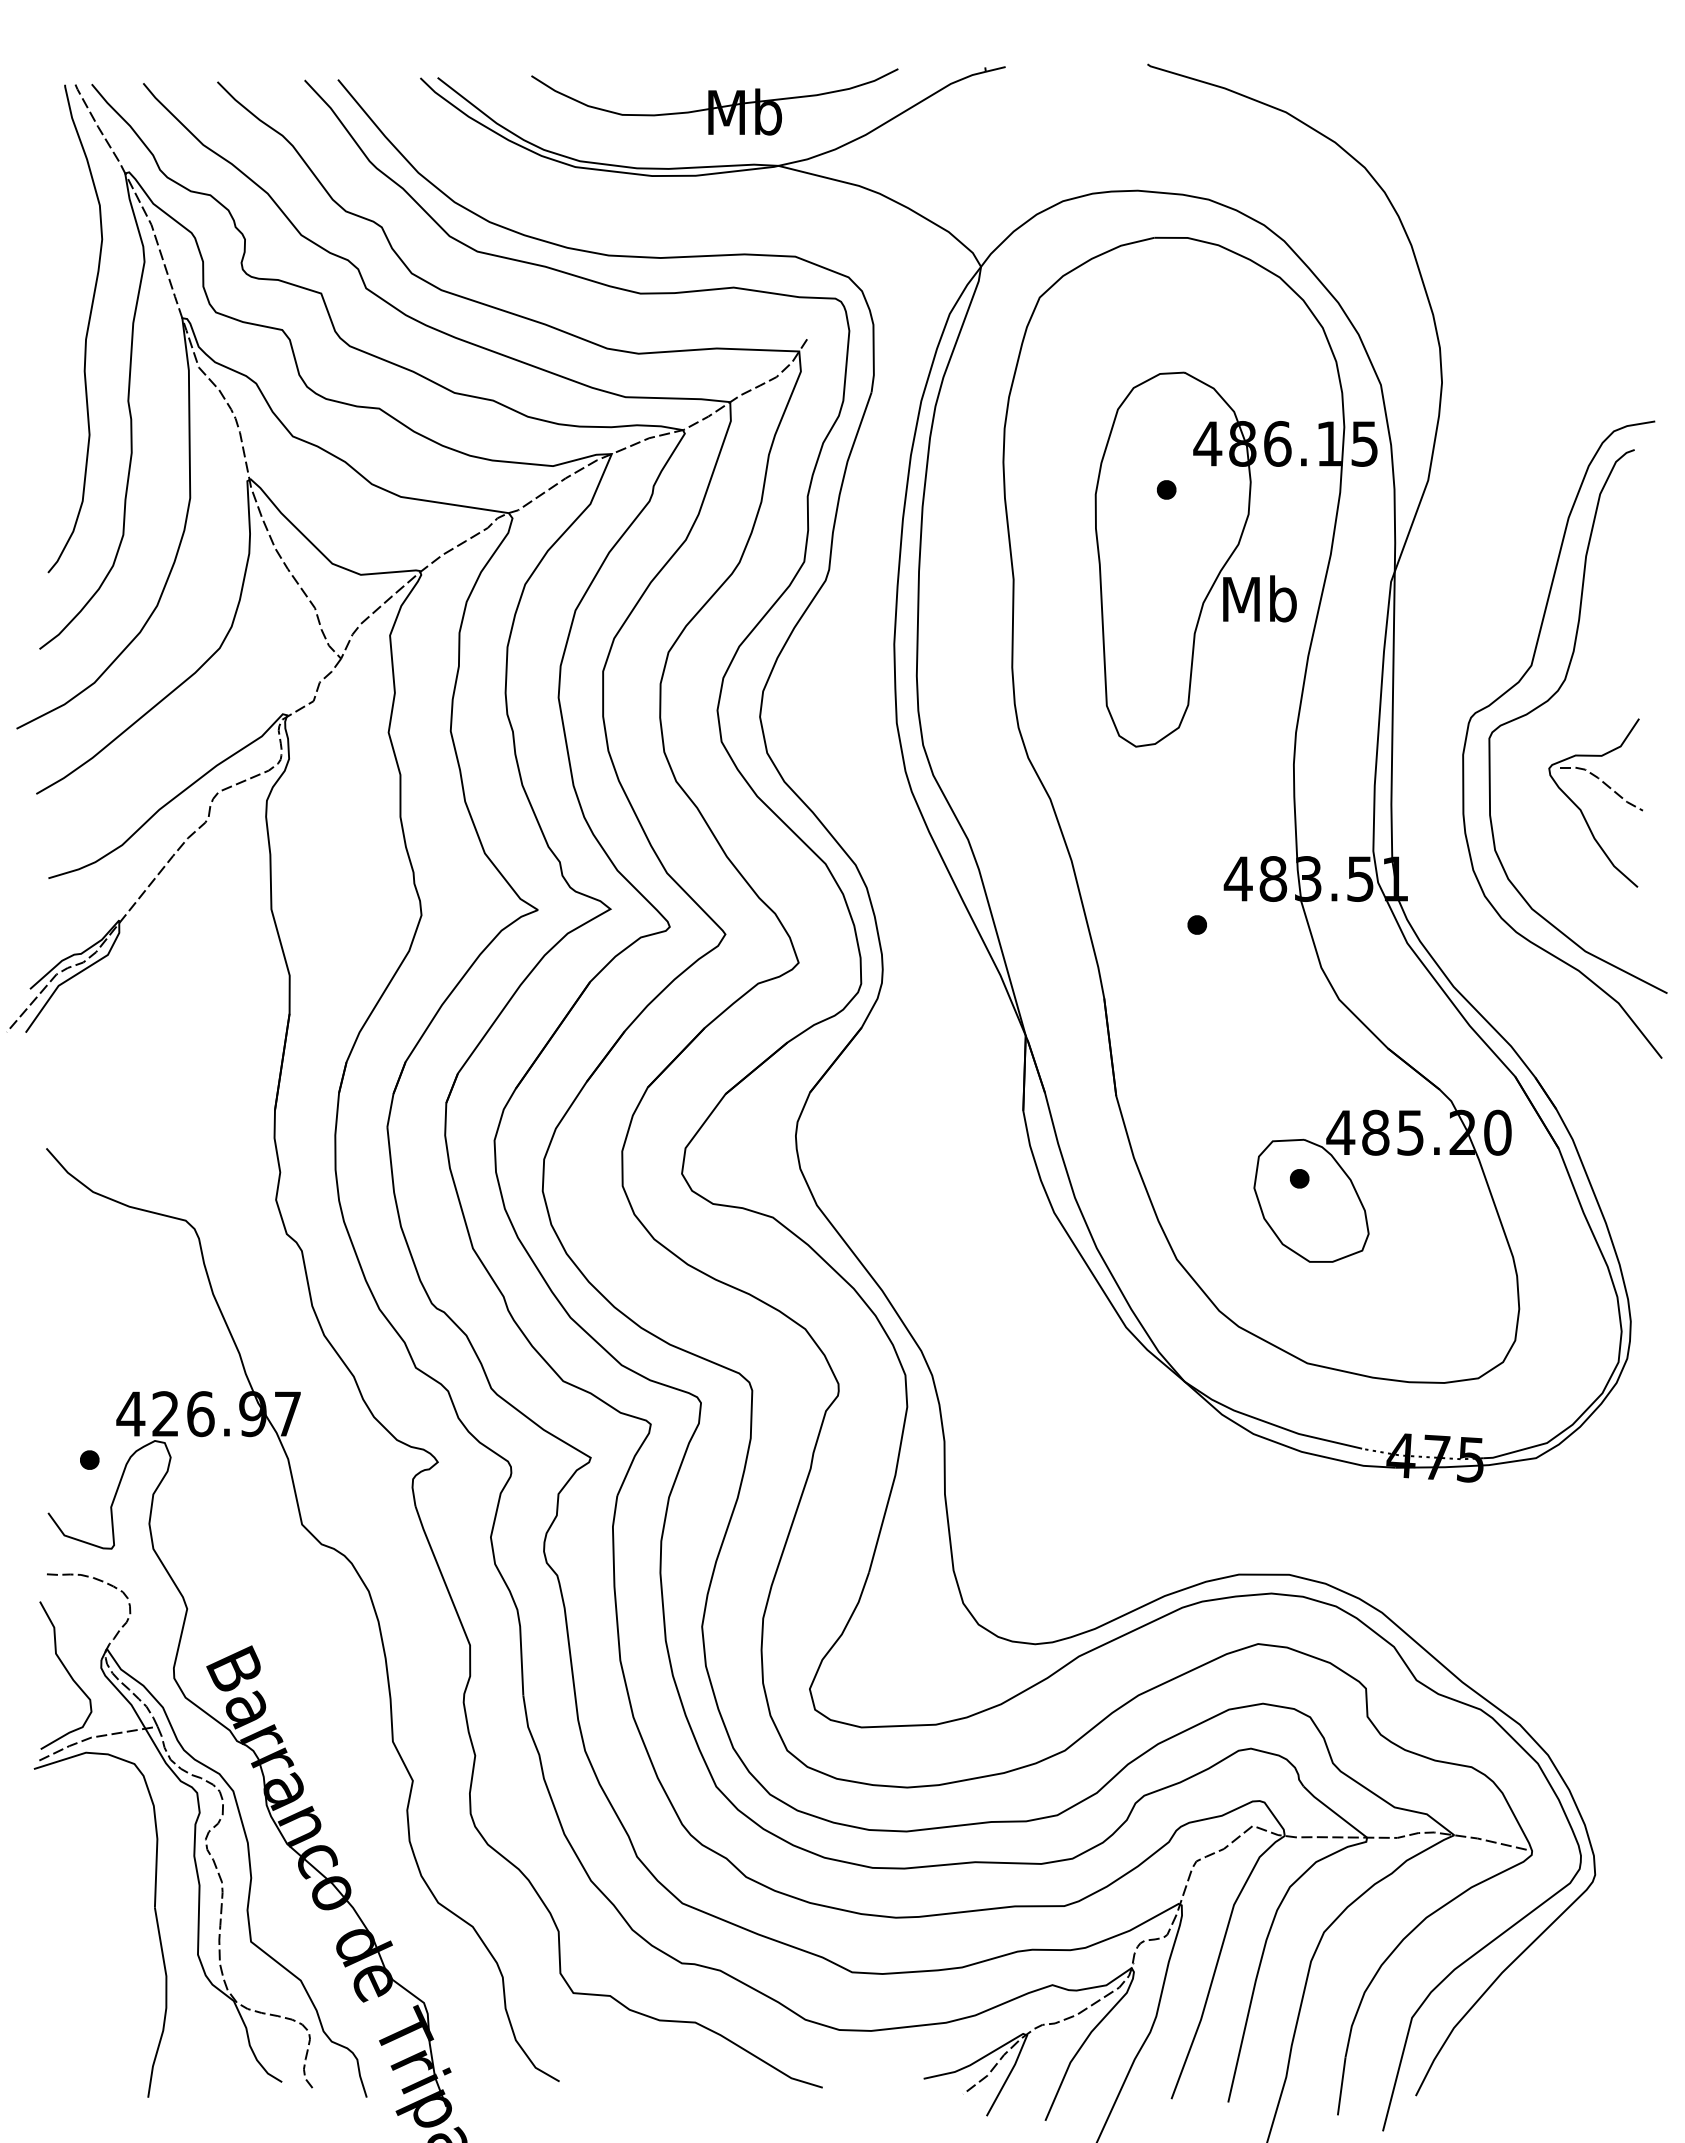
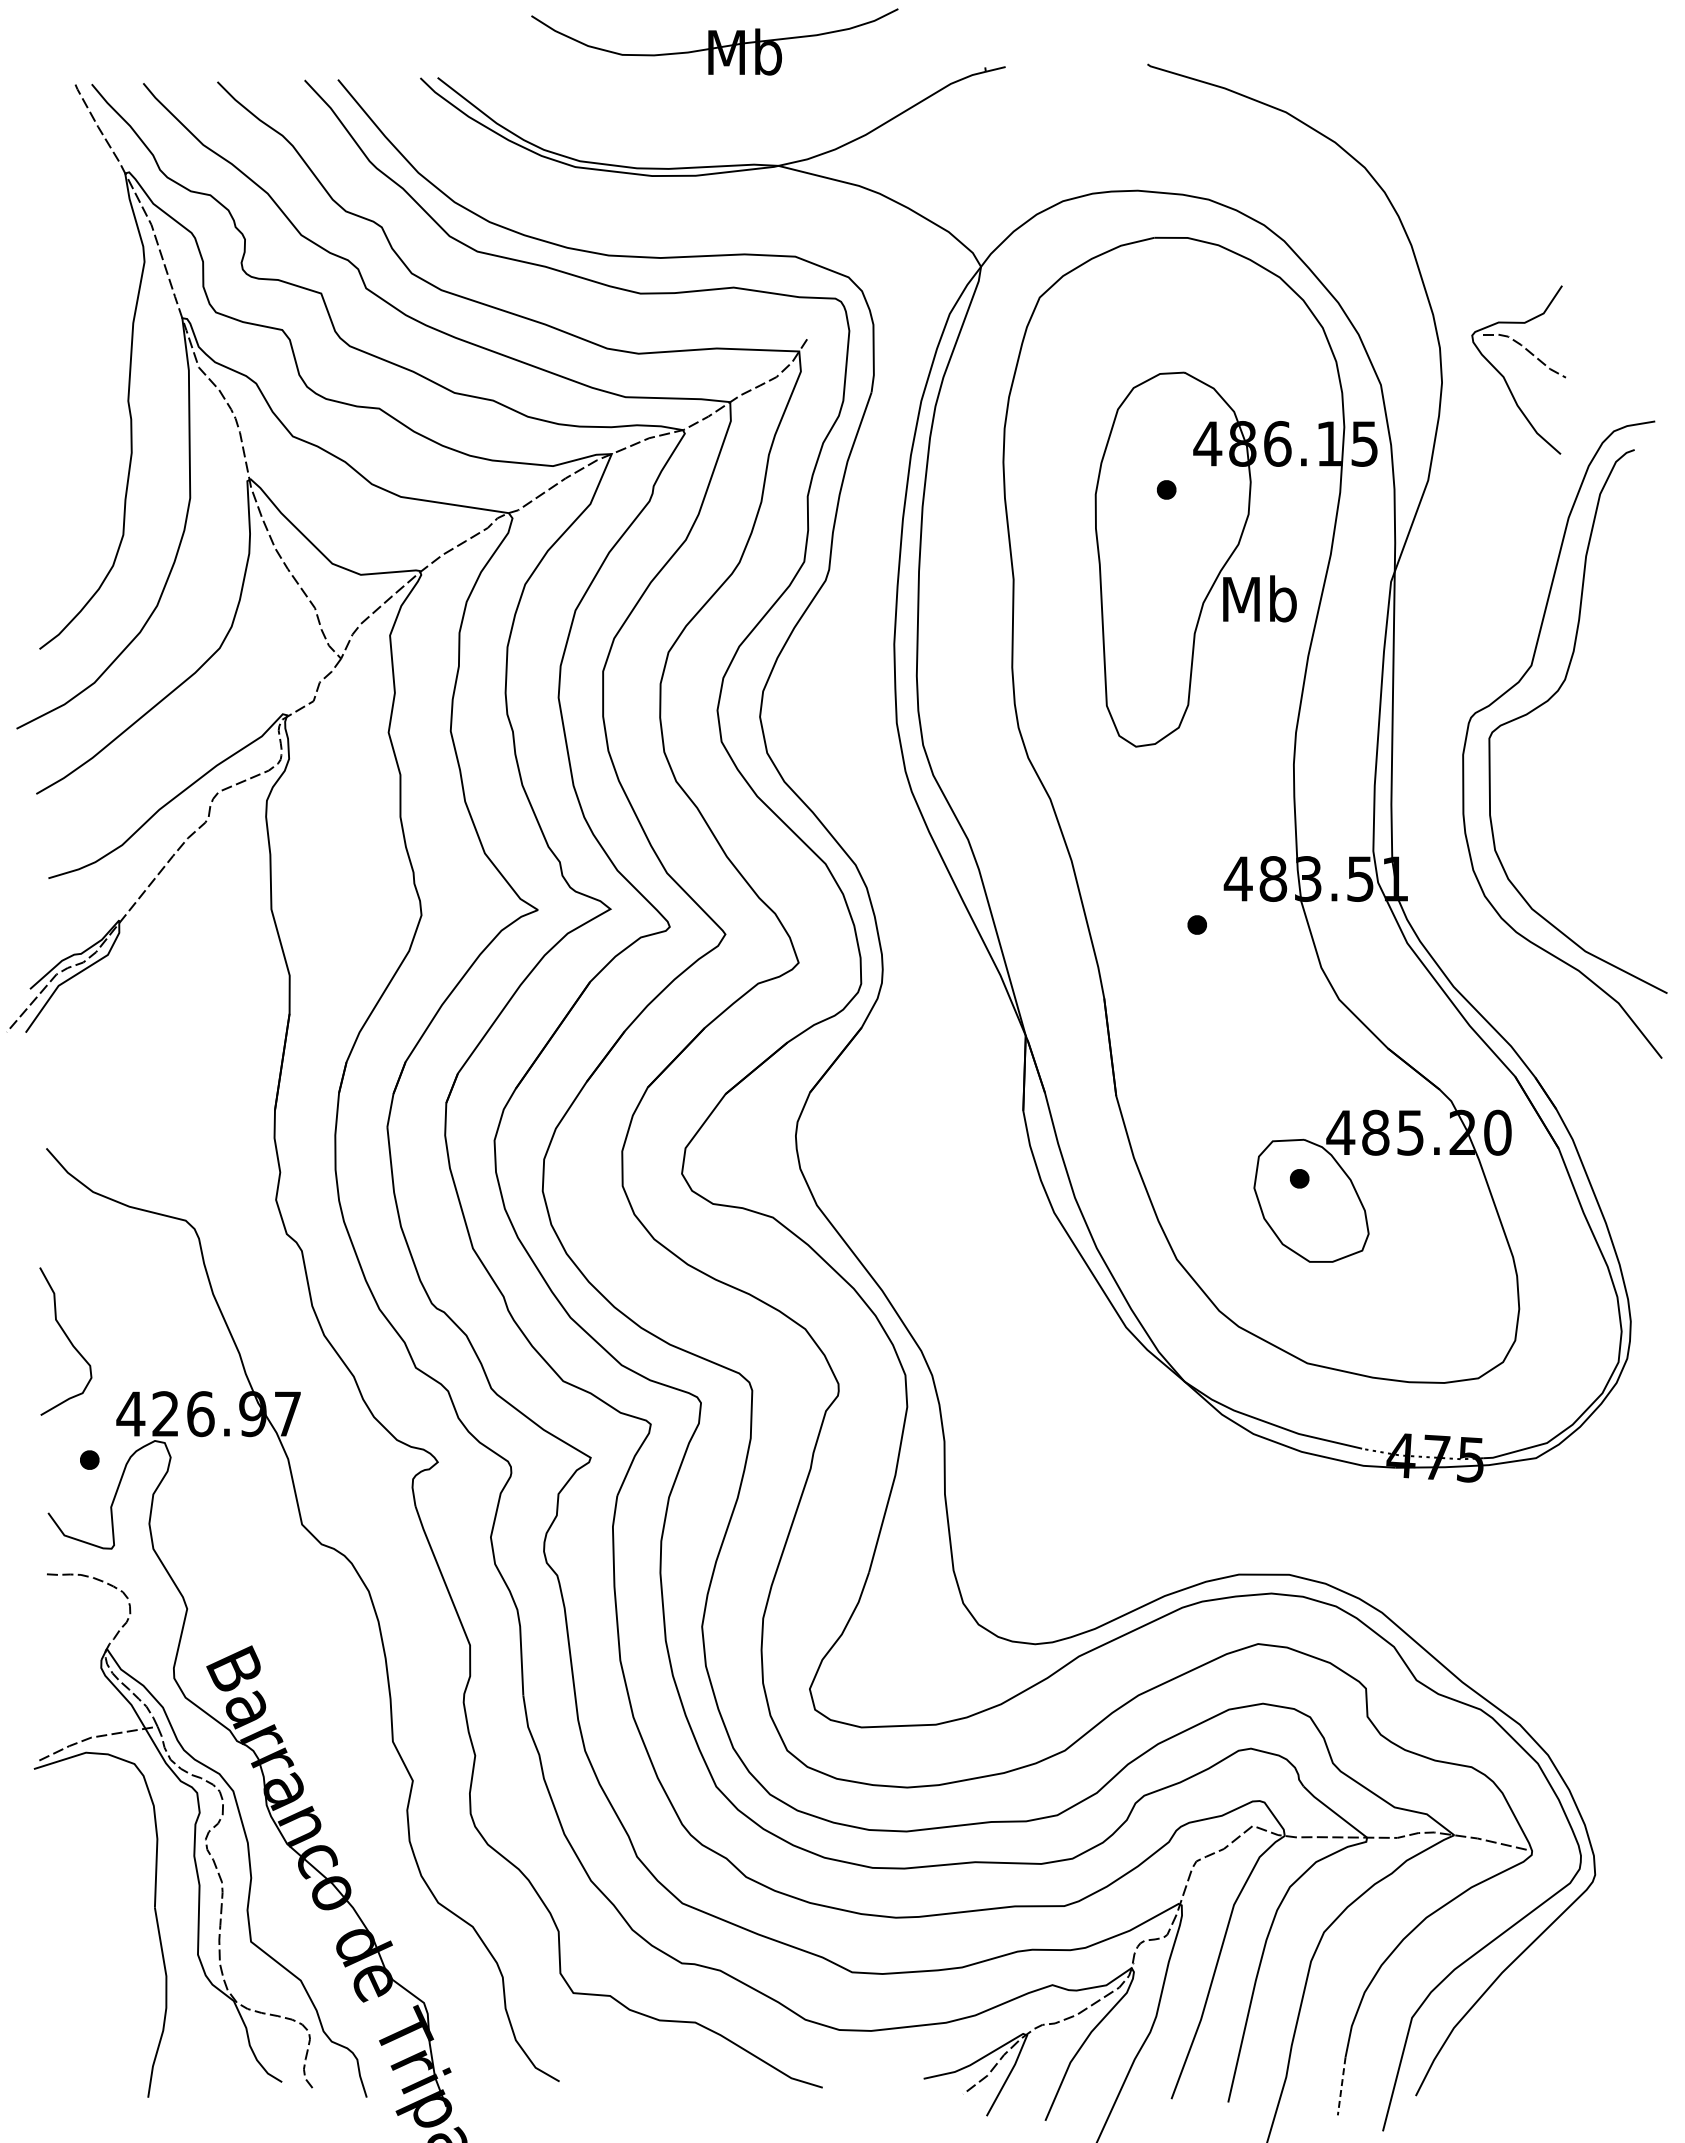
part at (714, 101) position: (714, 101) -> (714, 41)
curve at (86, 330): present -> none
part at (1581, 809) position: (1581, 809) -> (1504, 376)
curve at (67, 1673) position: (67, 1673) -> (67, 1339)
line at (1341, 2086): solid -> dashed
